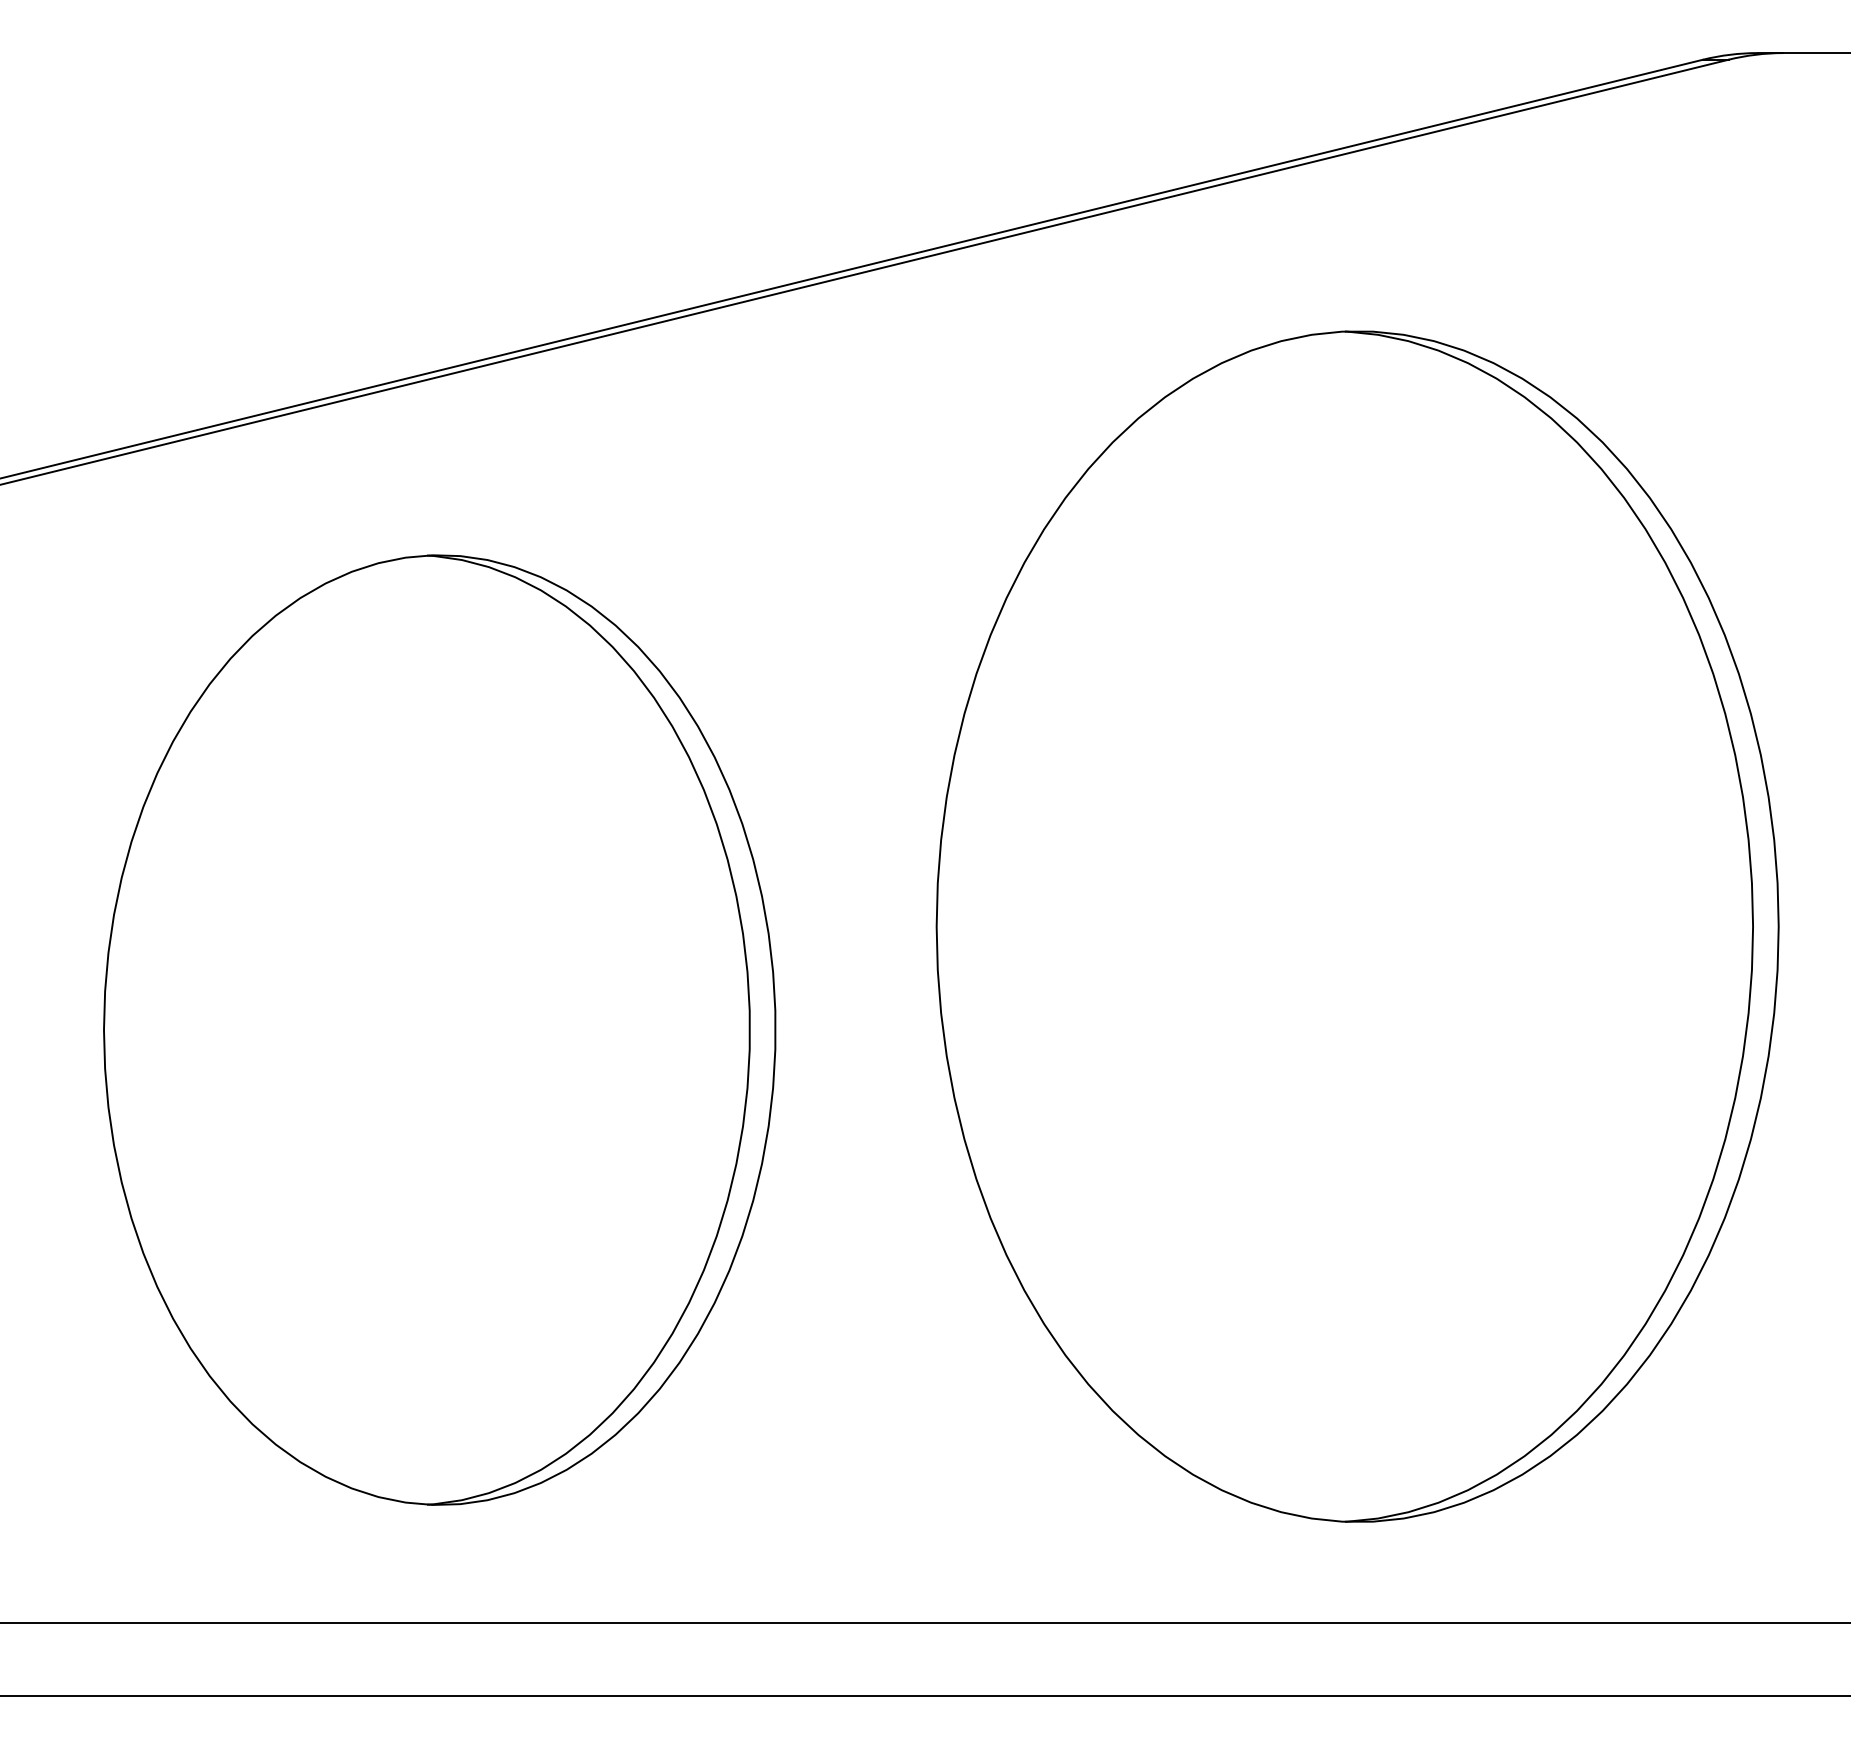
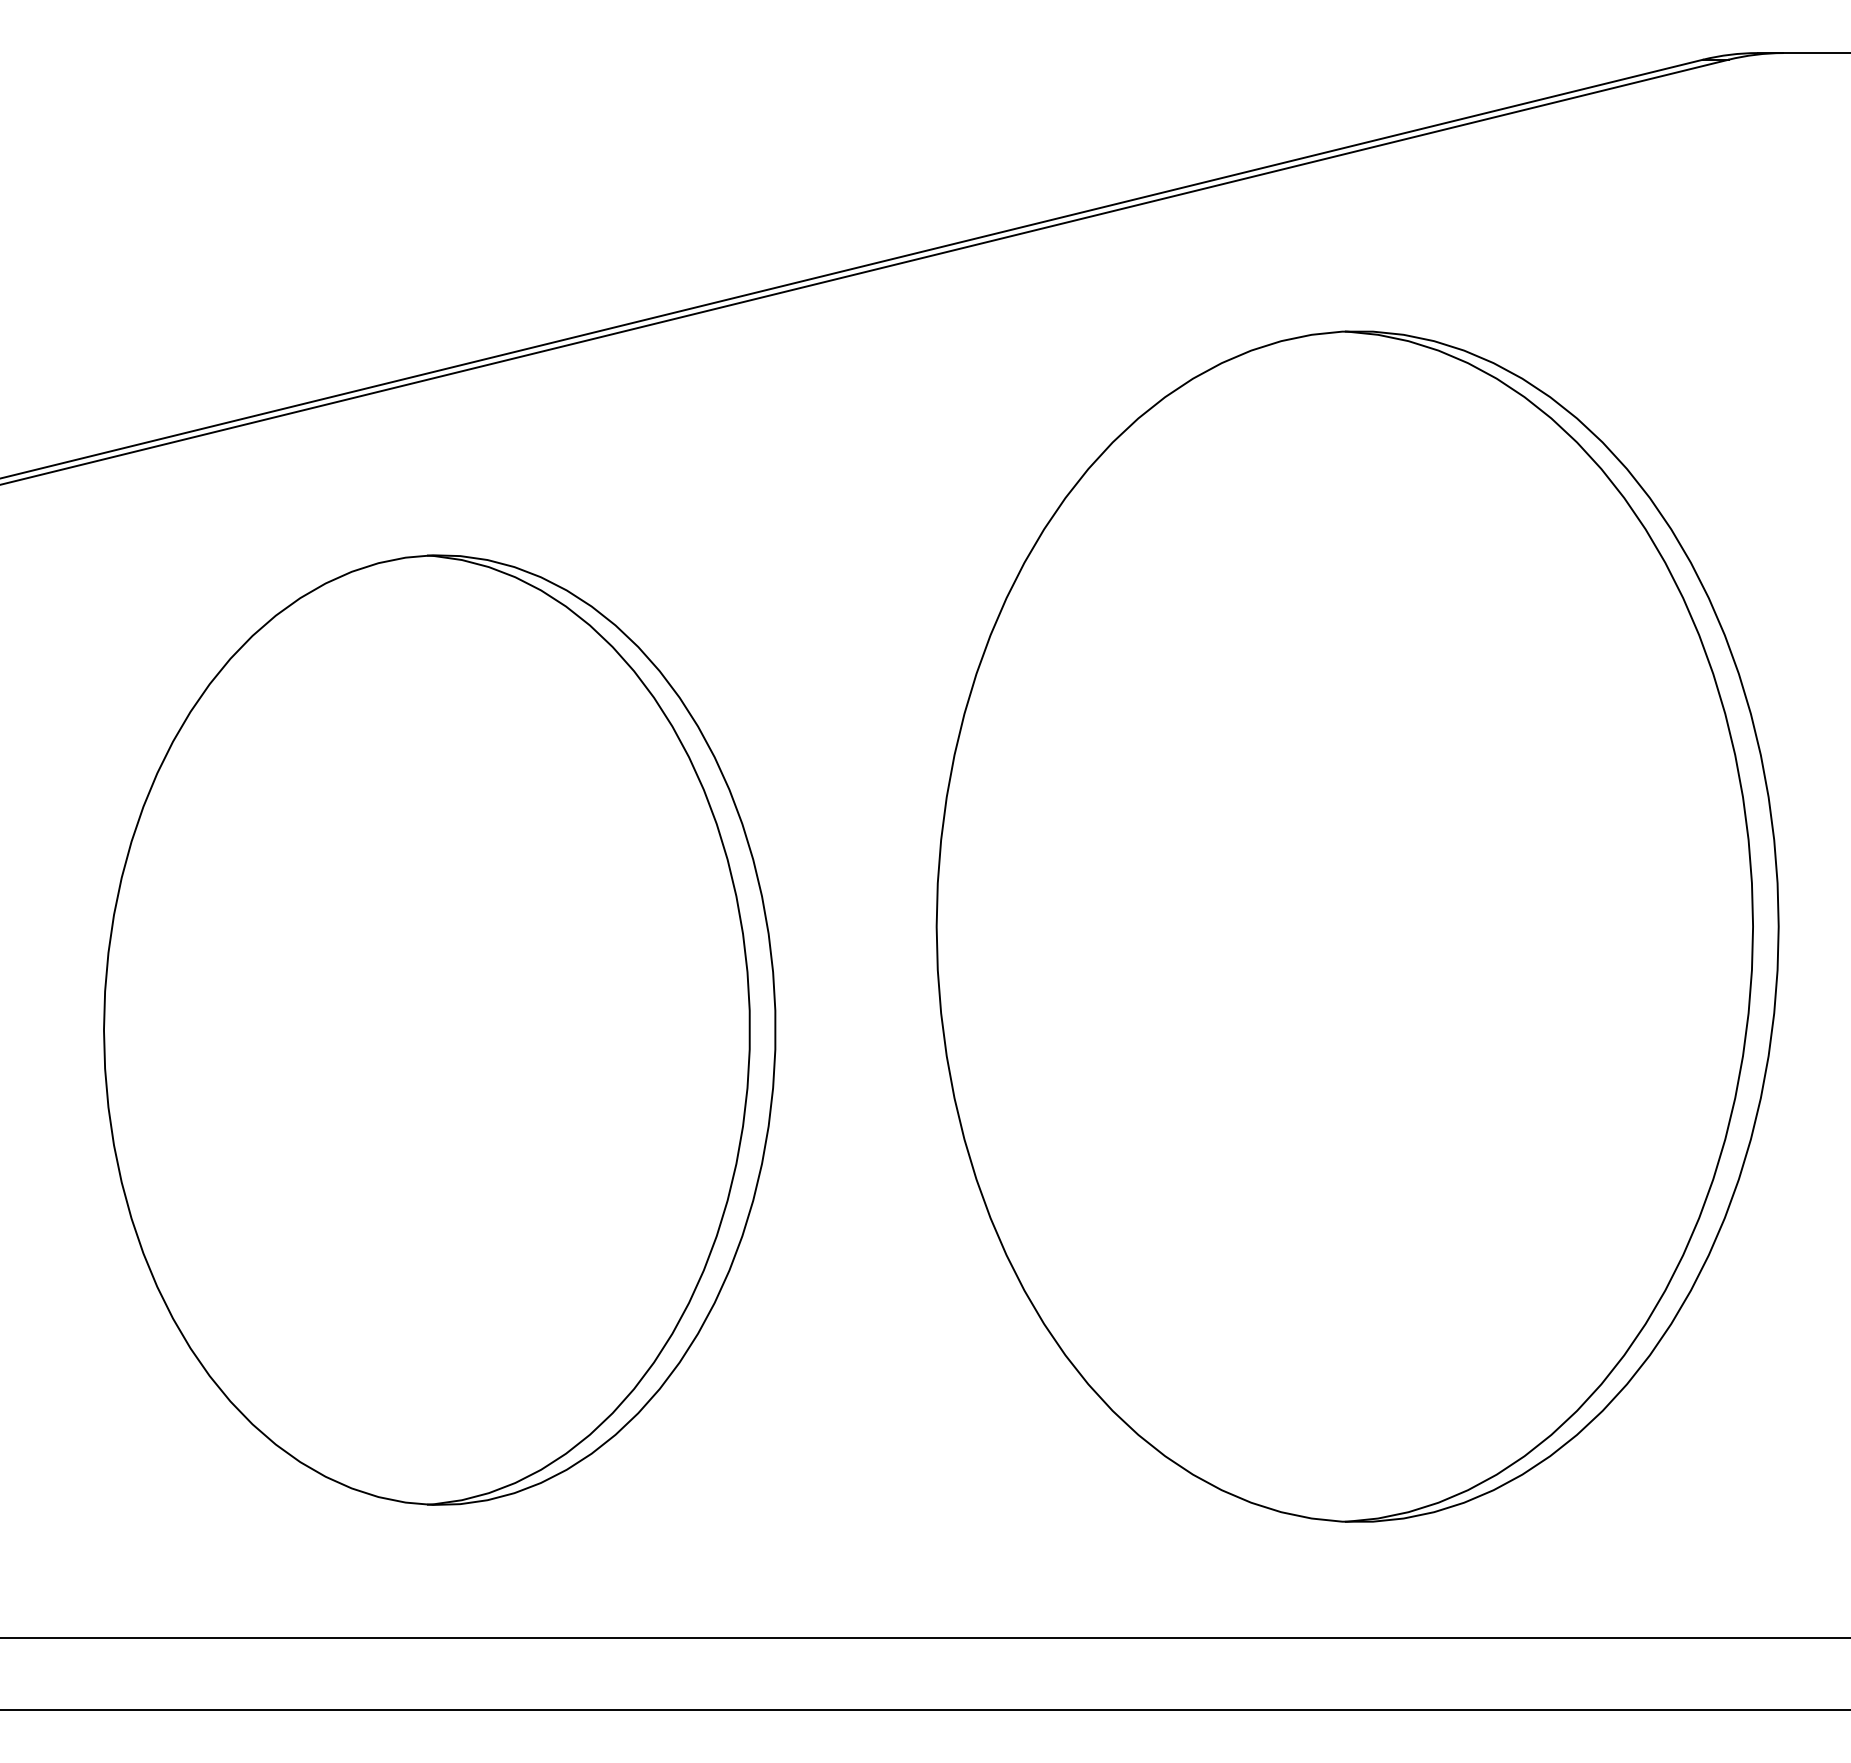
line at (924, 1623) position: (924, 1623) -> (924, 1638)
line at (924, 1695) position: (924, 1695) -> (924, 1709)
